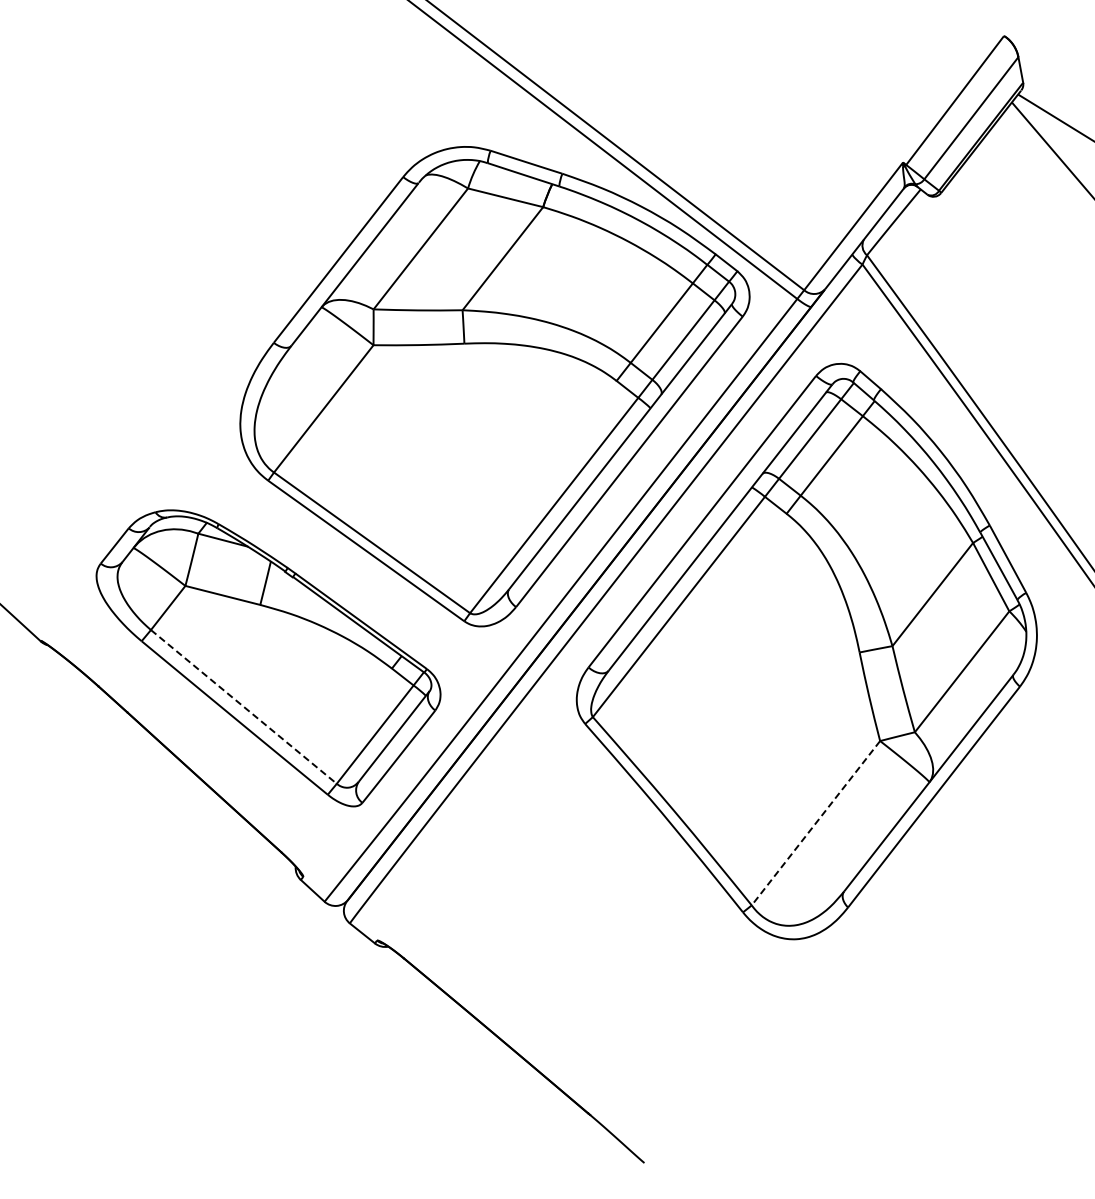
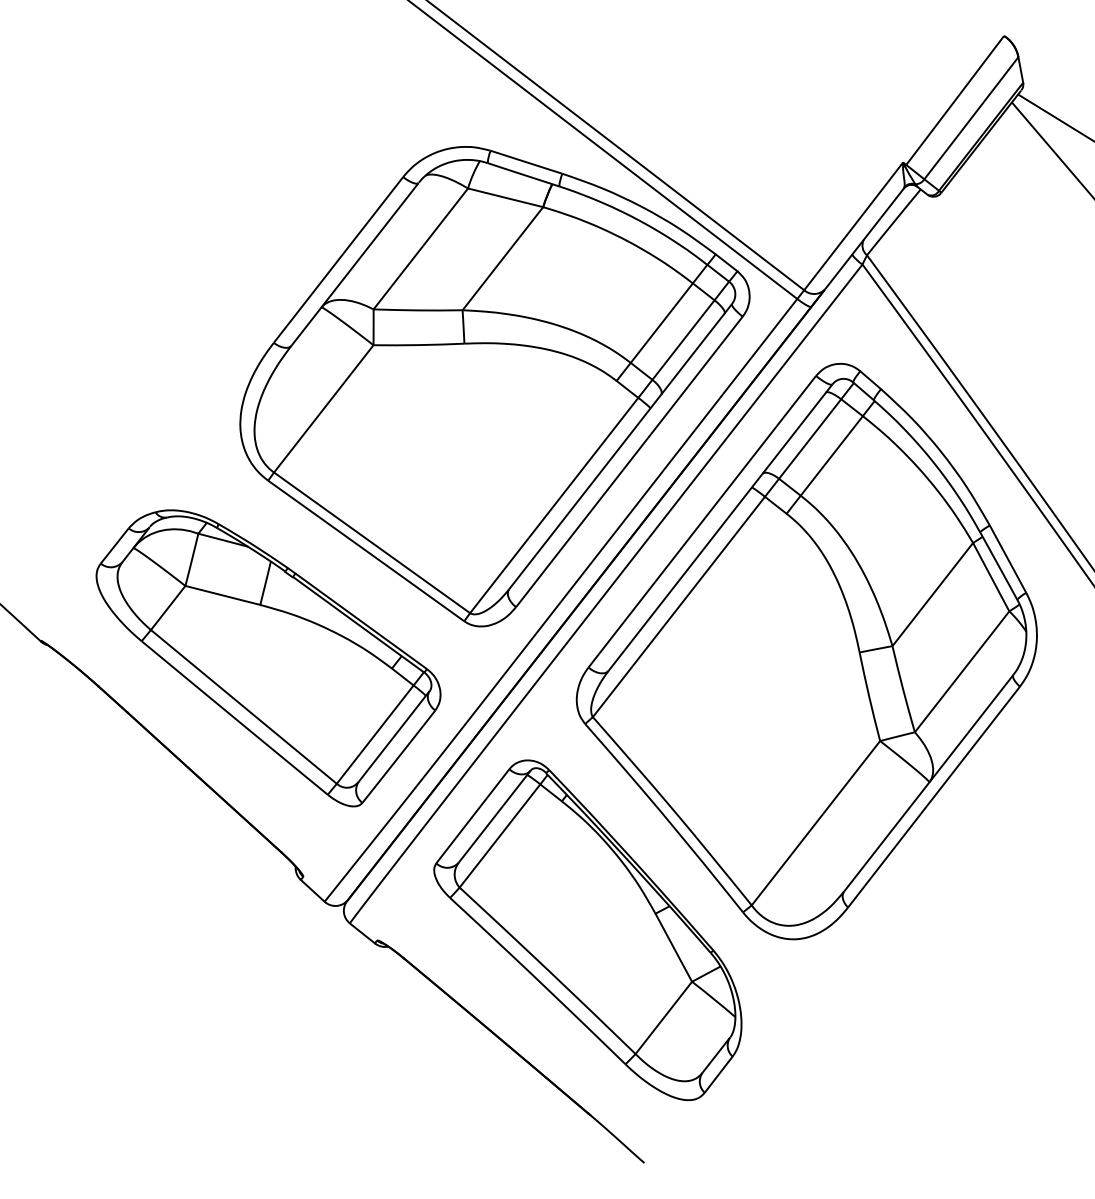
line at (243, 706): dashed -> solid
line at (815, 823): dashed -> solid
part at (587, 930): none -> present
